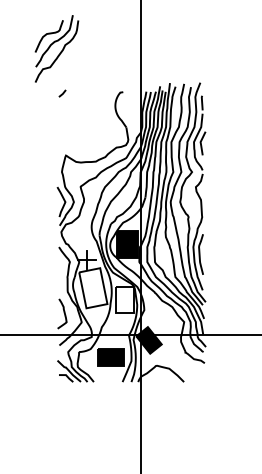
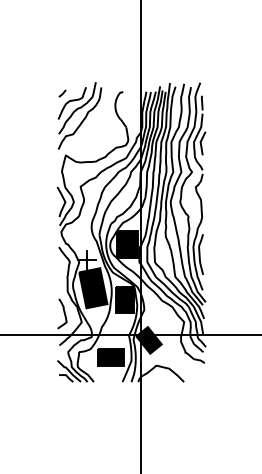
part at (56, 48) position: (56, 48) -> (79, 115)
fill at (93, 288): none -> present
fill at (125, 299): none -> present
